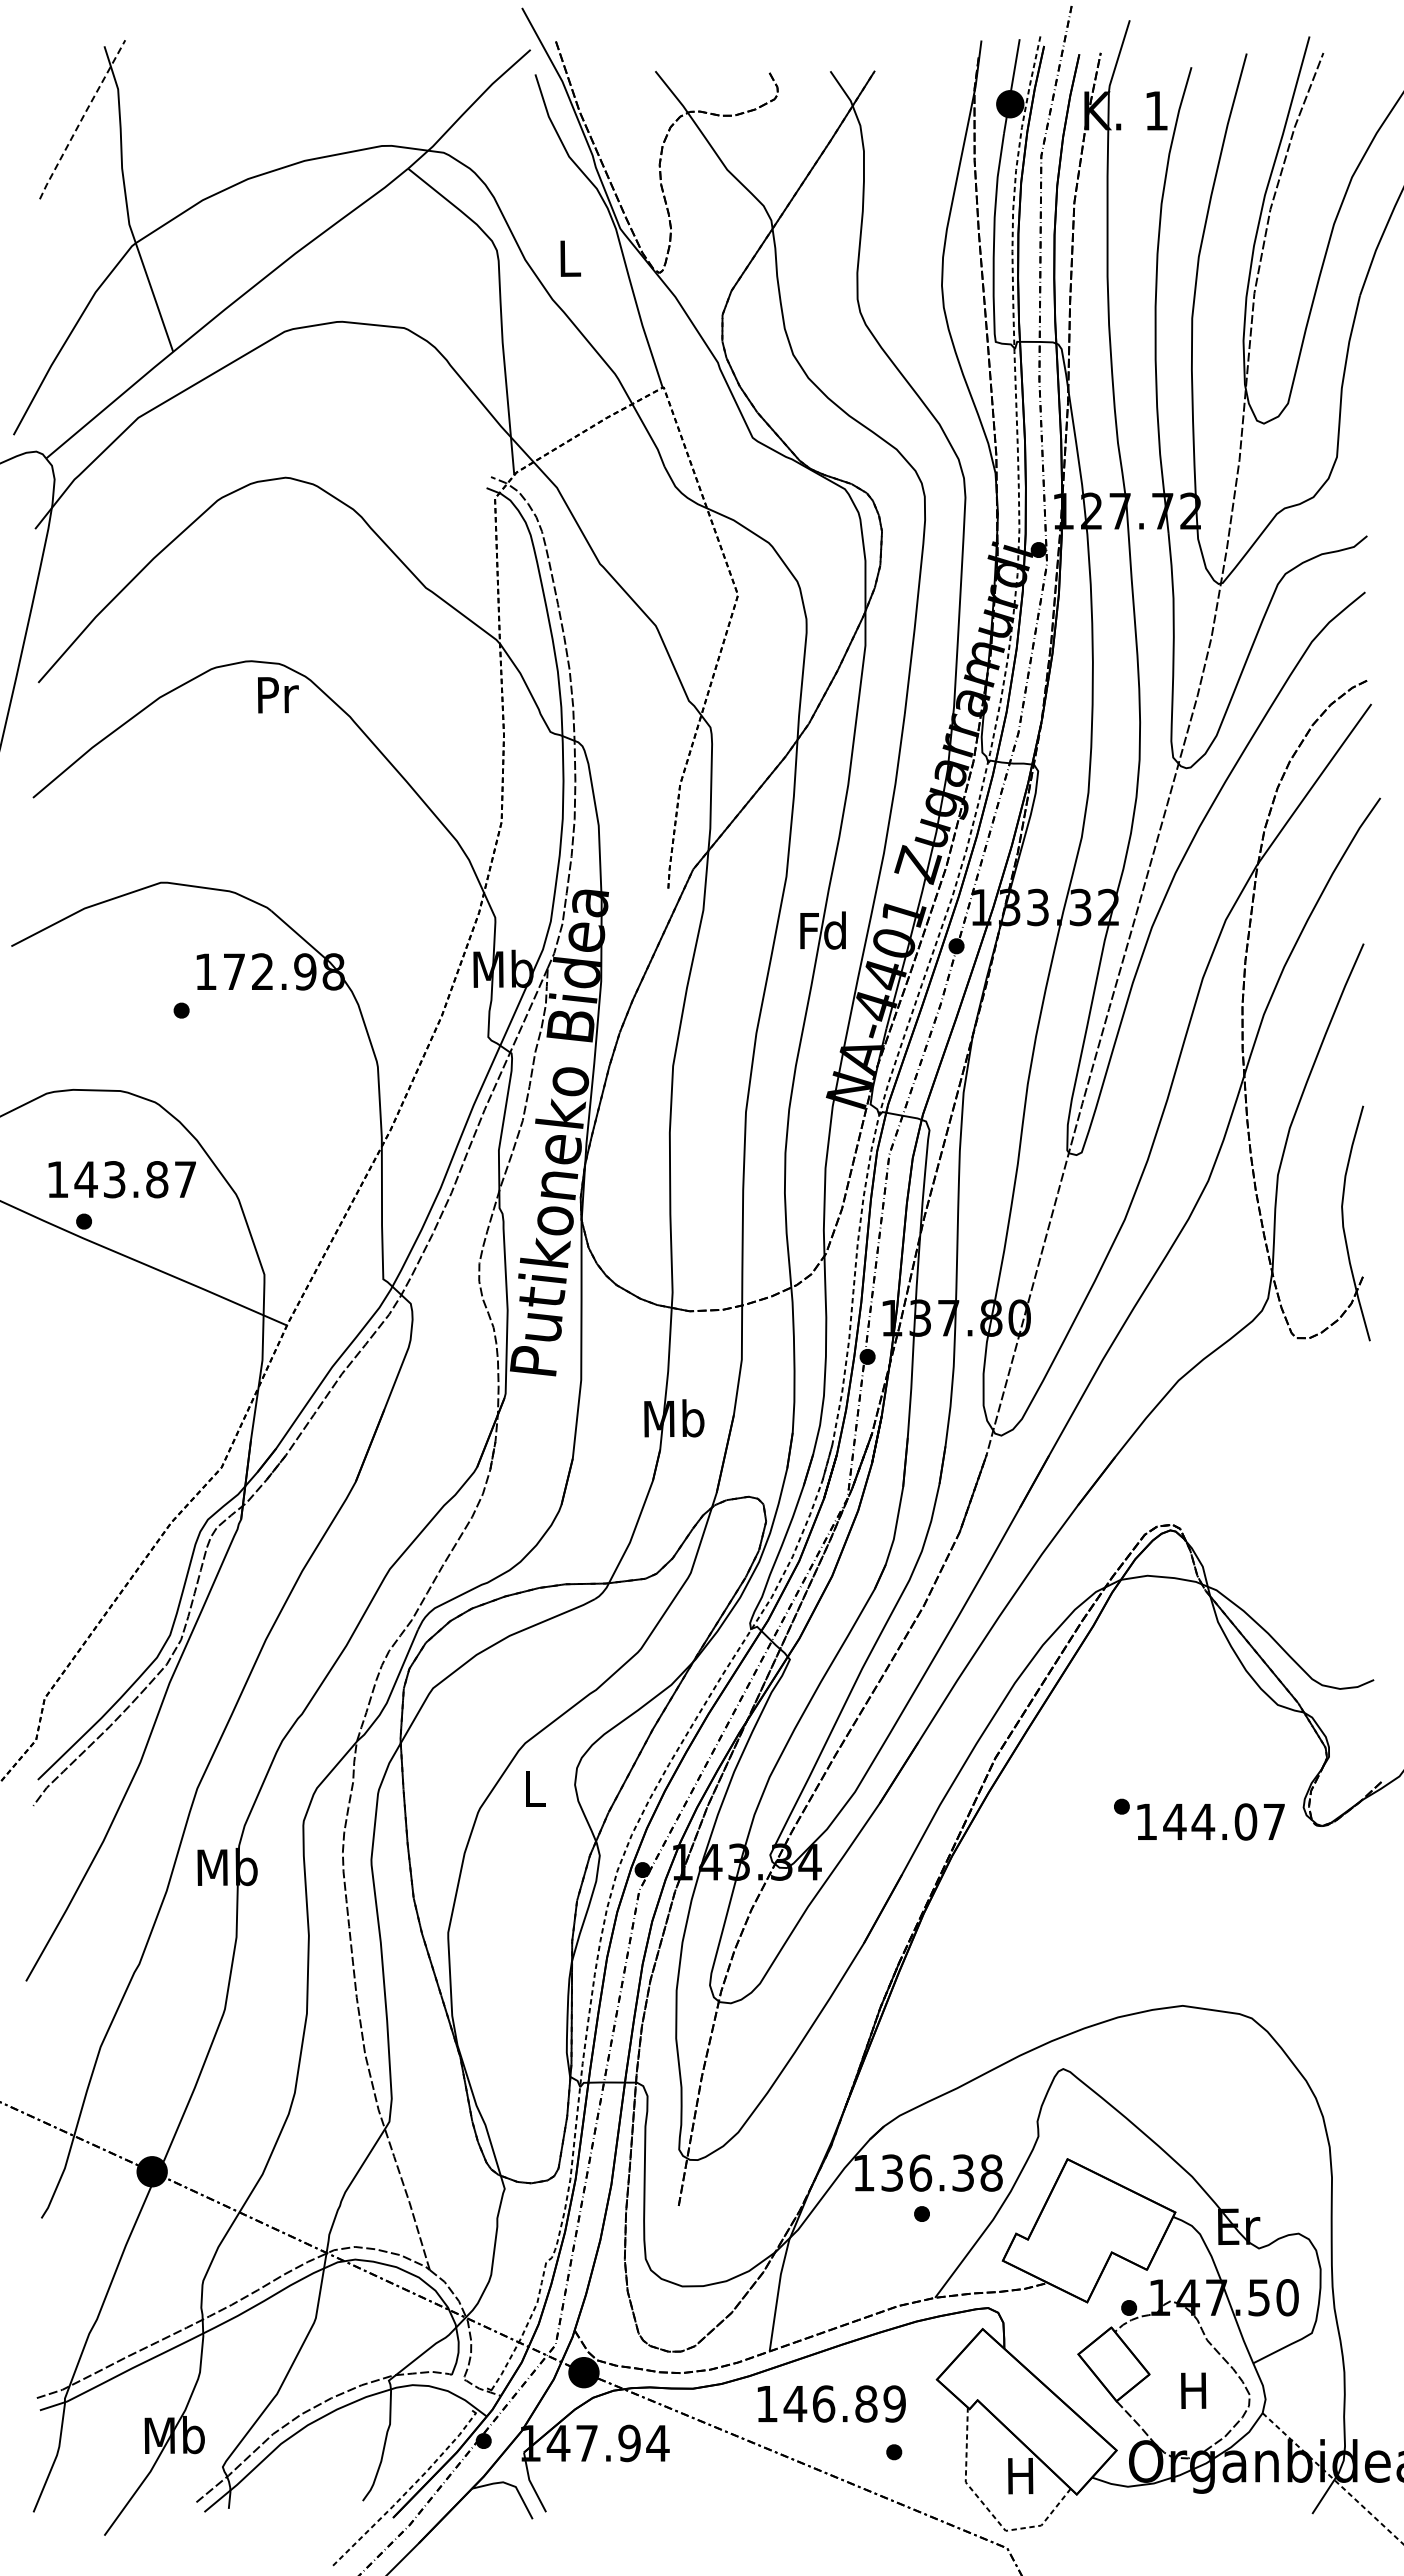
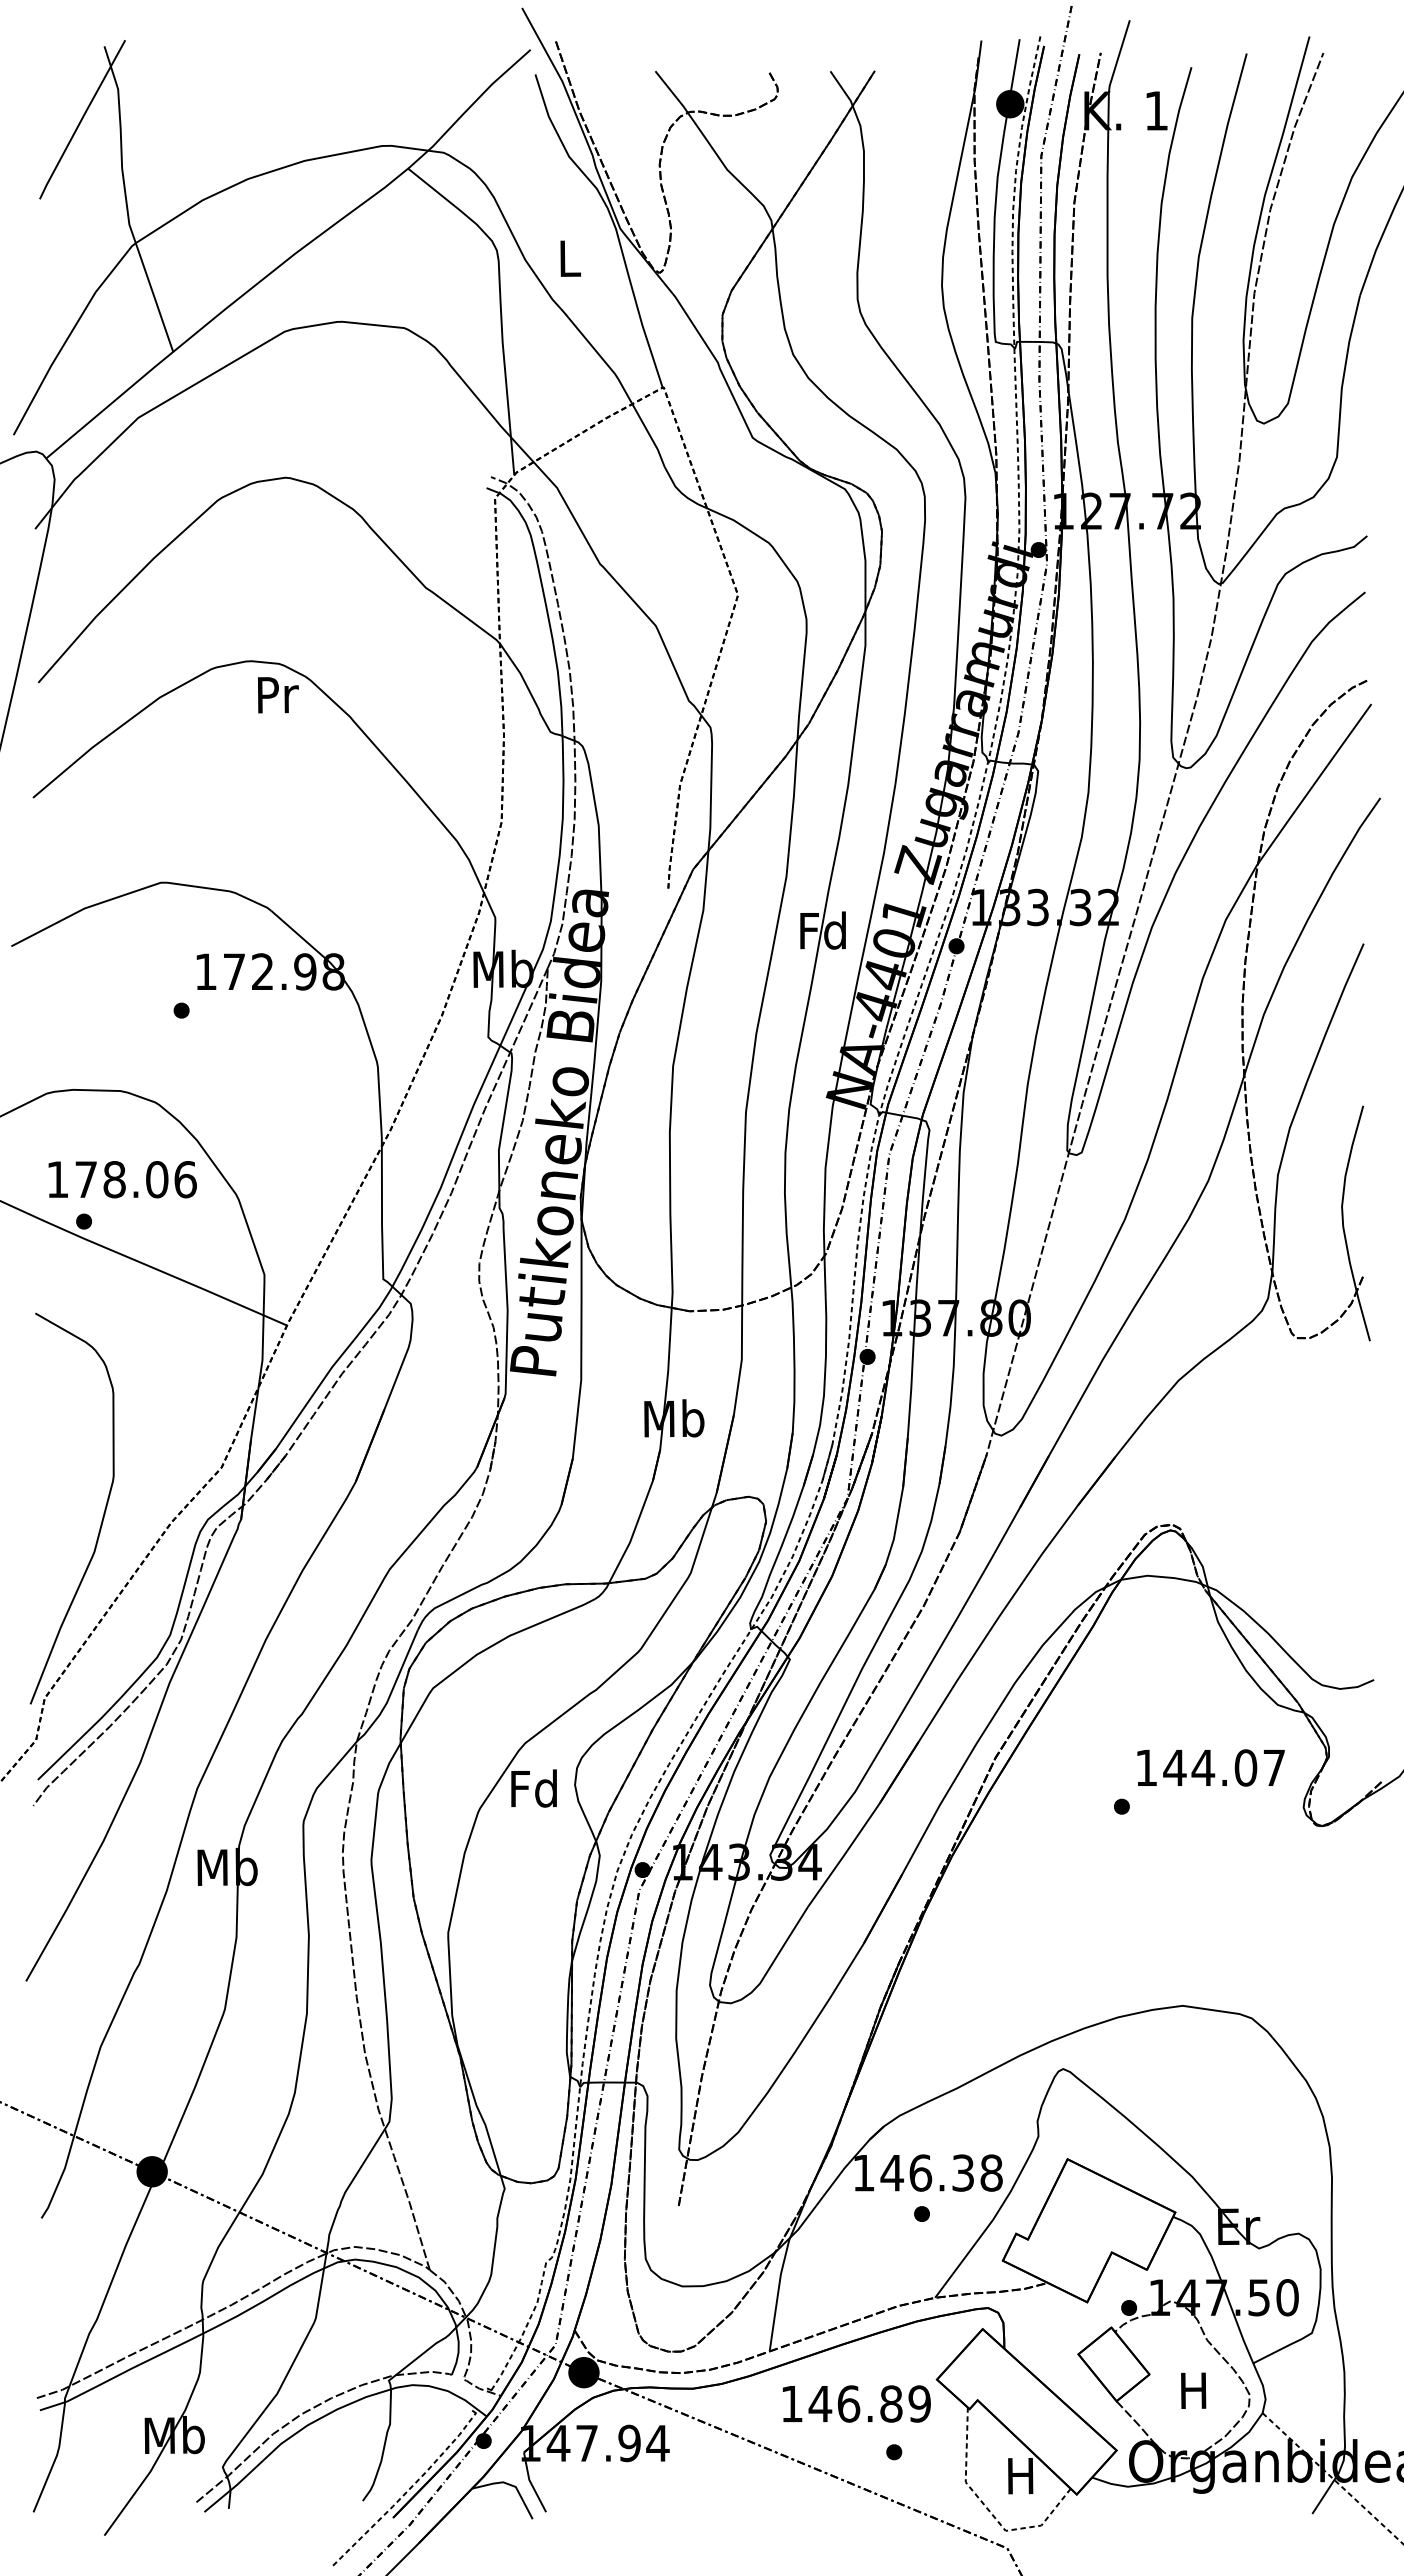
line at (81, 119): dashed -> solid
text at (135, 1179): 143.87 -> 178.06
curve at (102, 1516): none -> present
text at (533, 1788): L -> Fd
text at (1210, 1821) position: (1210, 1821) -> (1210, 1767)
text at (892, 2172): 136.38 -> 146.38
text at (831, 2403) position: (831, 2403) -> (856, 2403)
